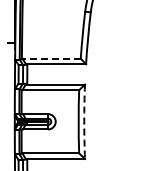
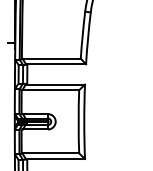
line at (51, 58): dashed -> solid
arc at (84, 121): dashed -> solid
